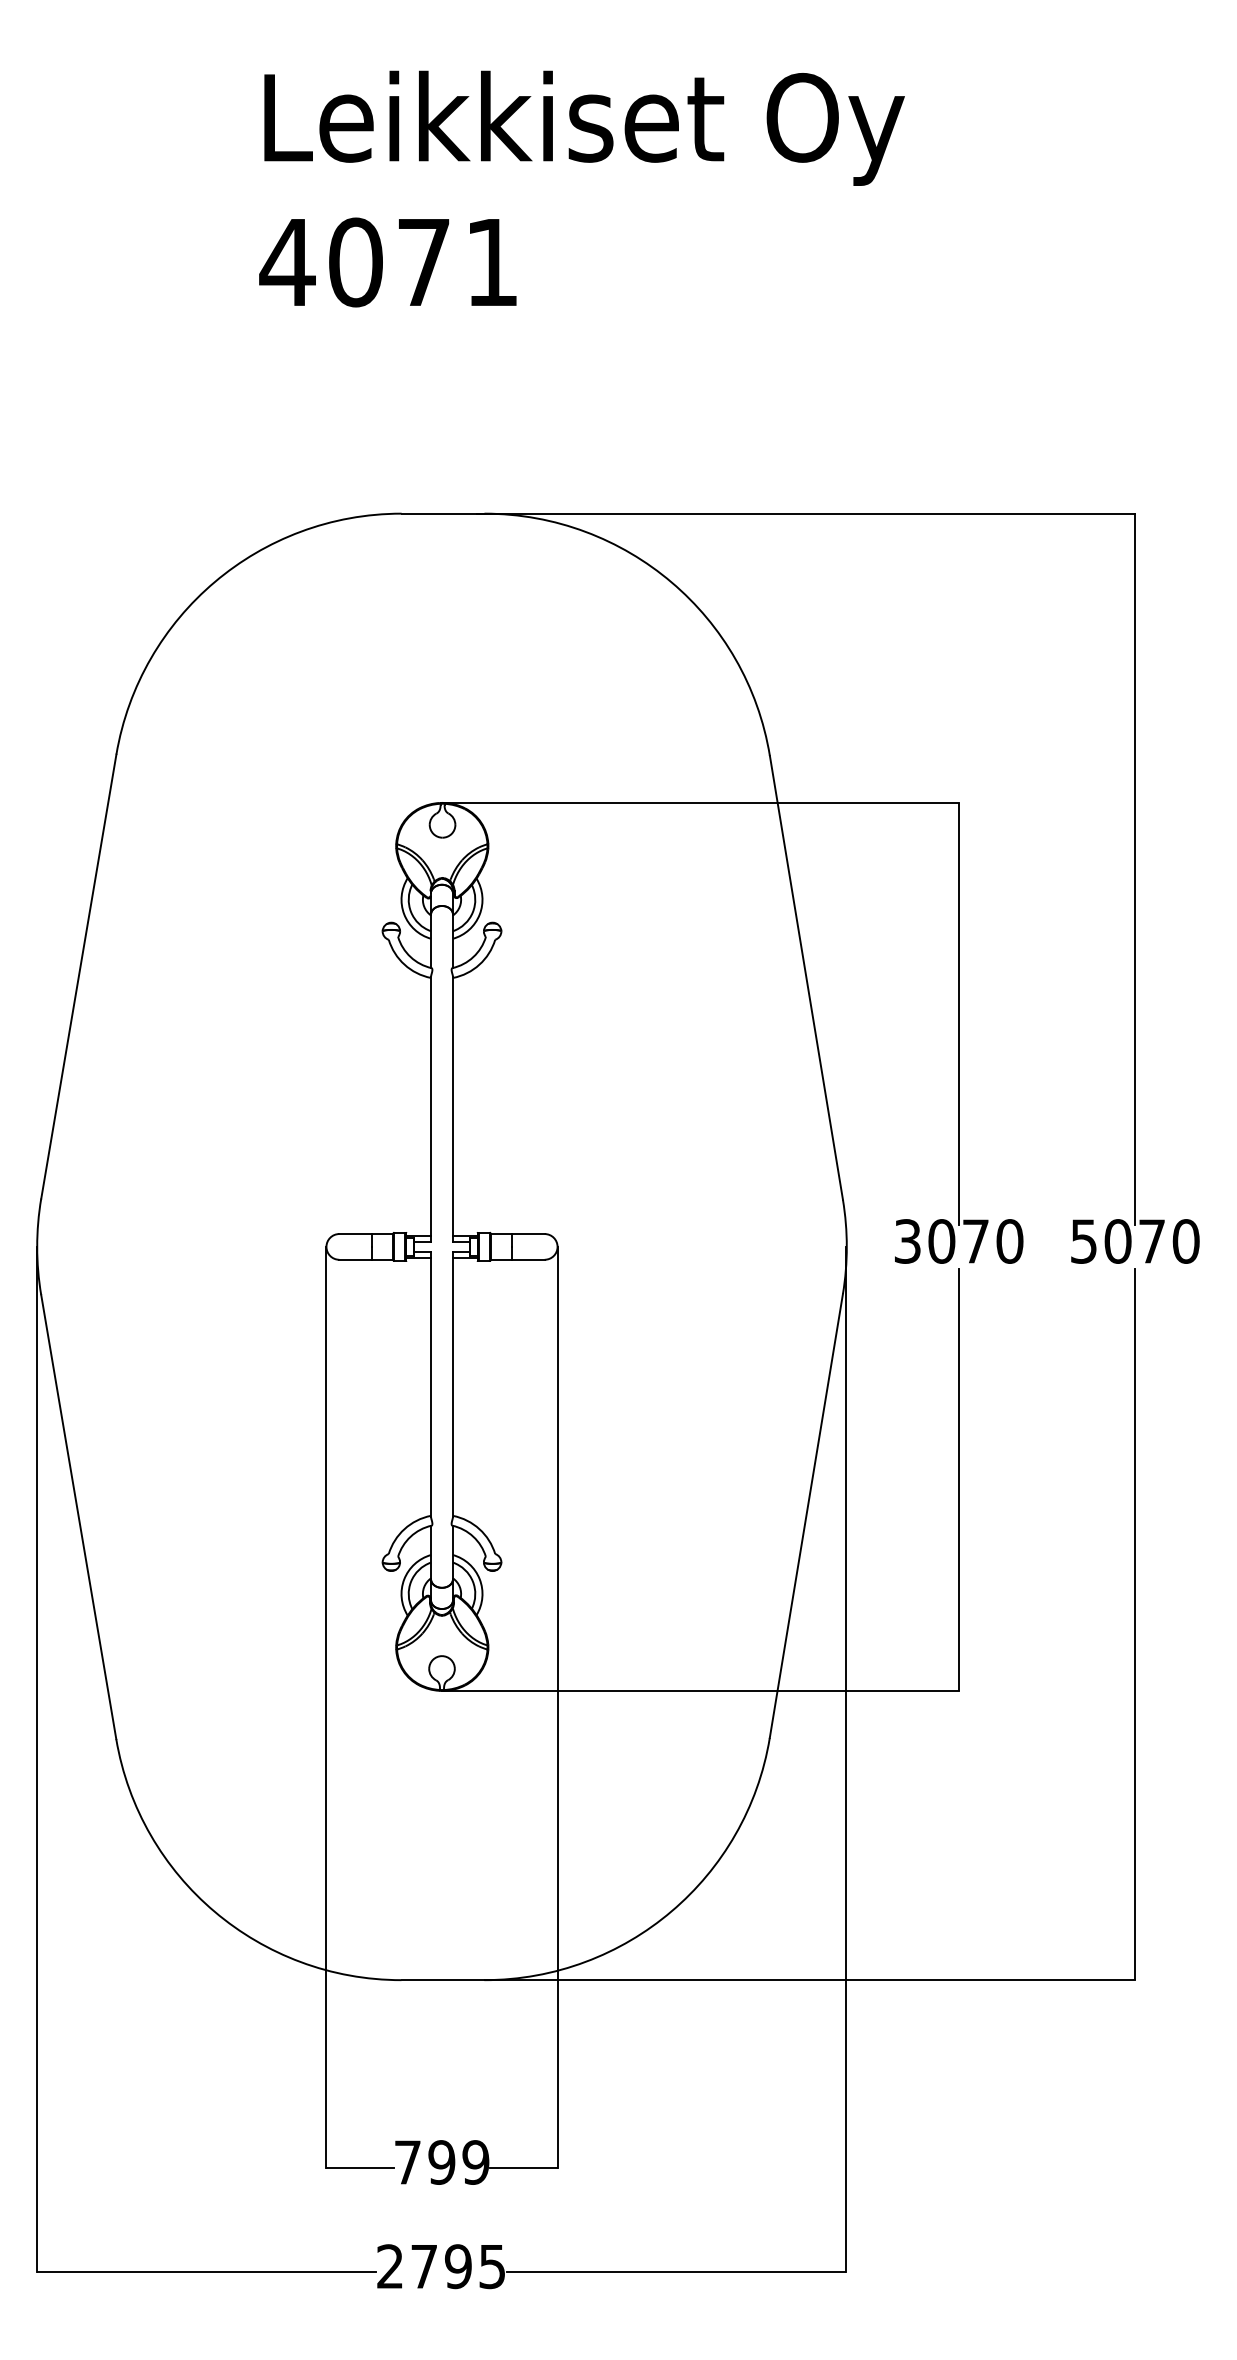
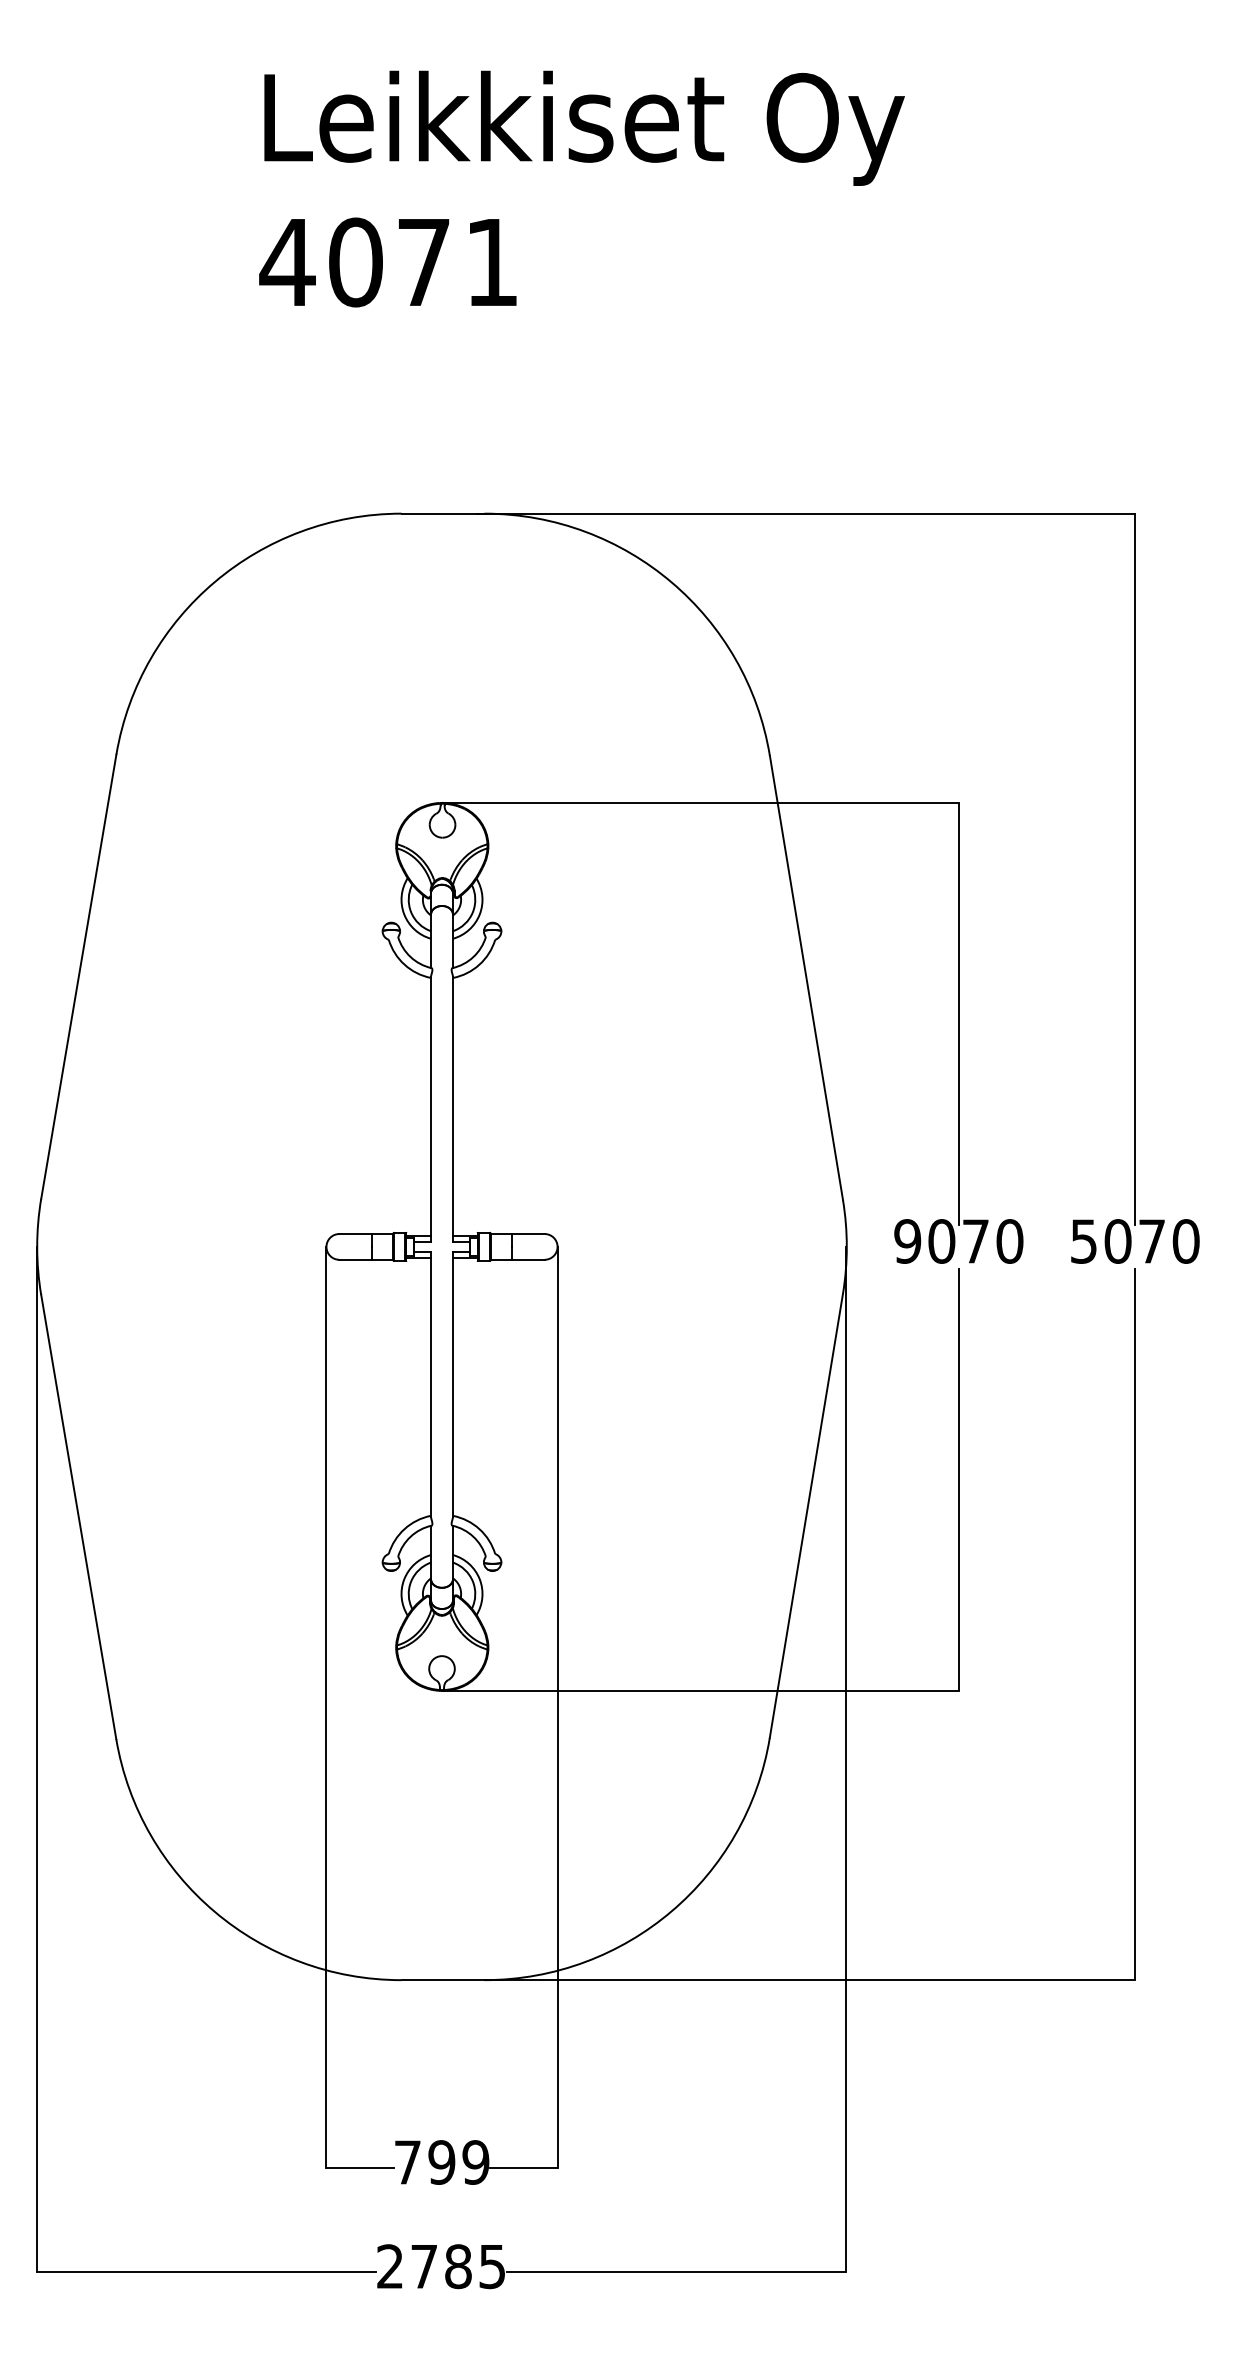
text at (907, 1241): 3070 -> 9070
text at (458, 2266): 2795 -> 2785
